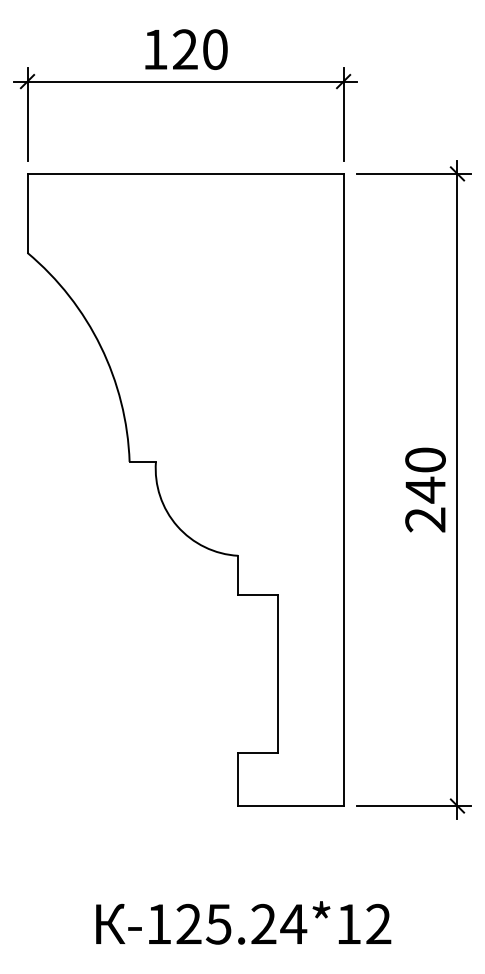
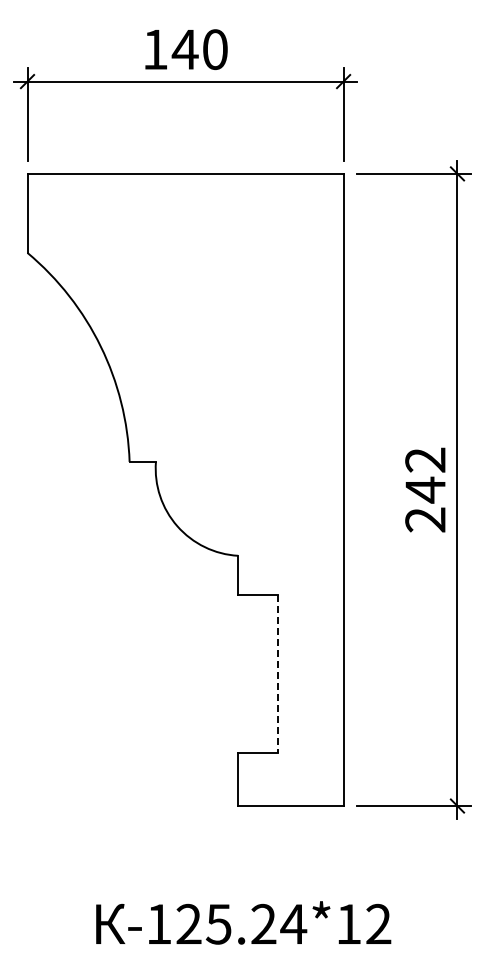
text at (184, 49): 120 -> 140
text at (425, 459): 240 -> 242
line at (277, 674): solid -> dashed
